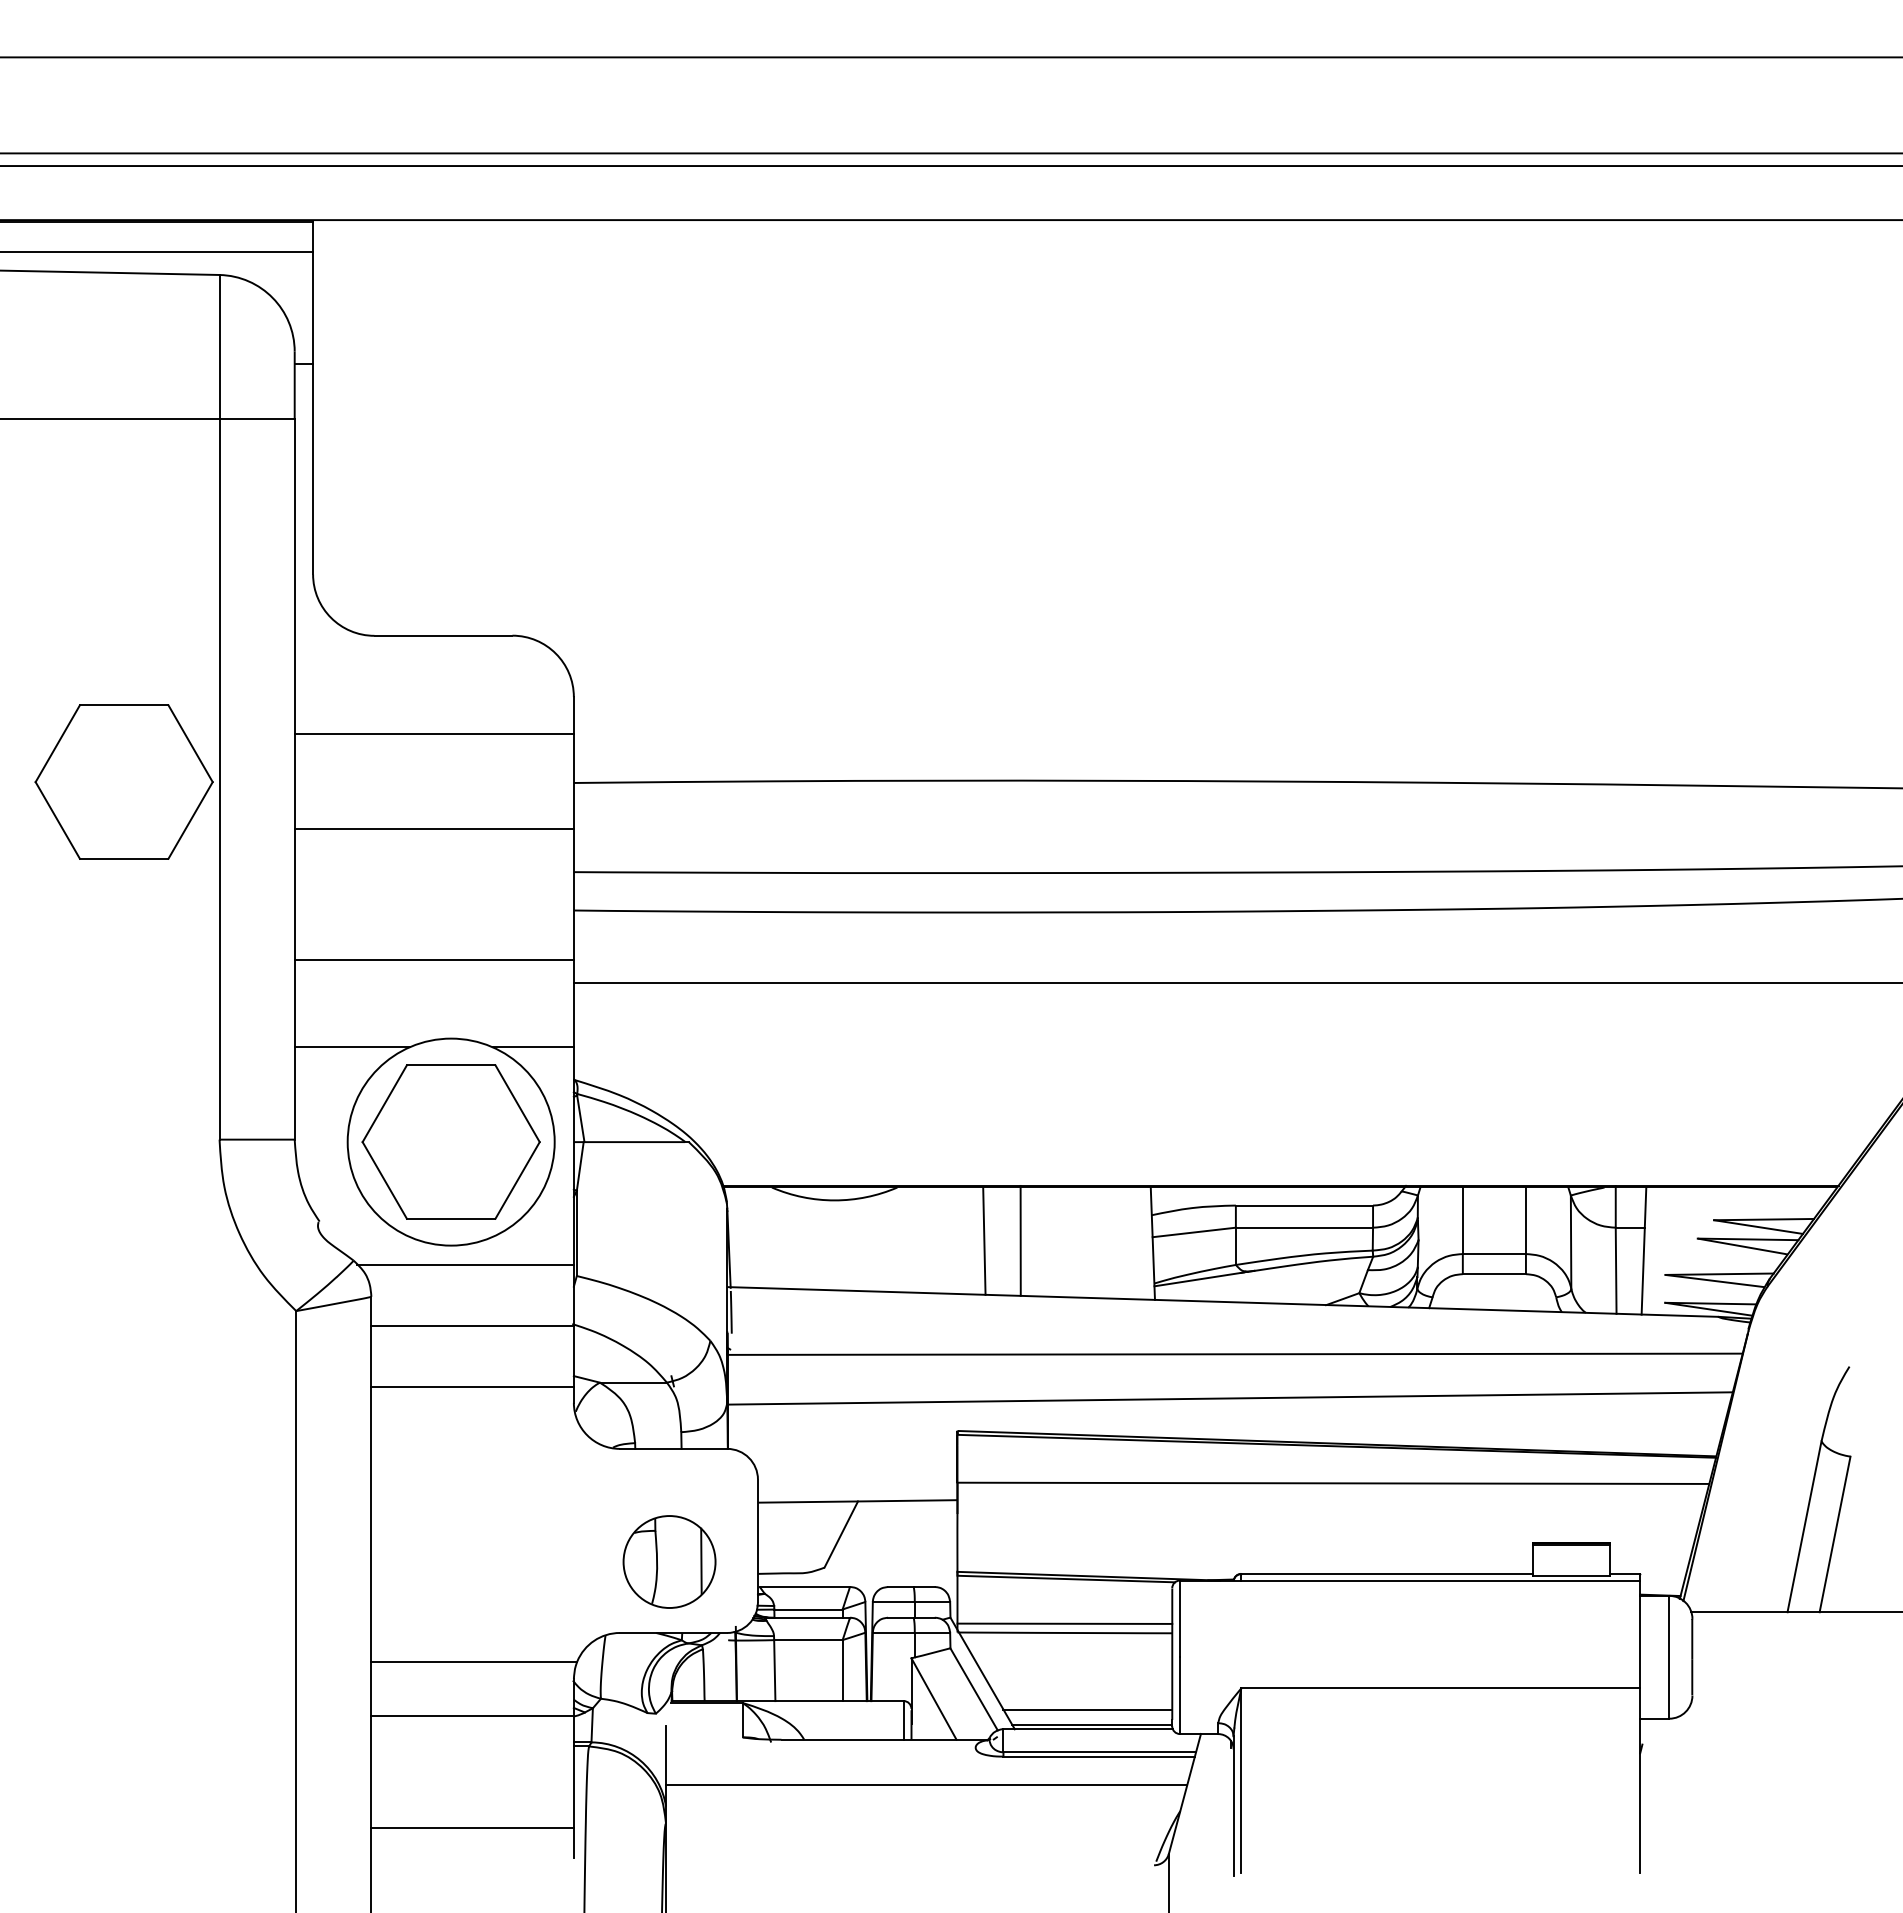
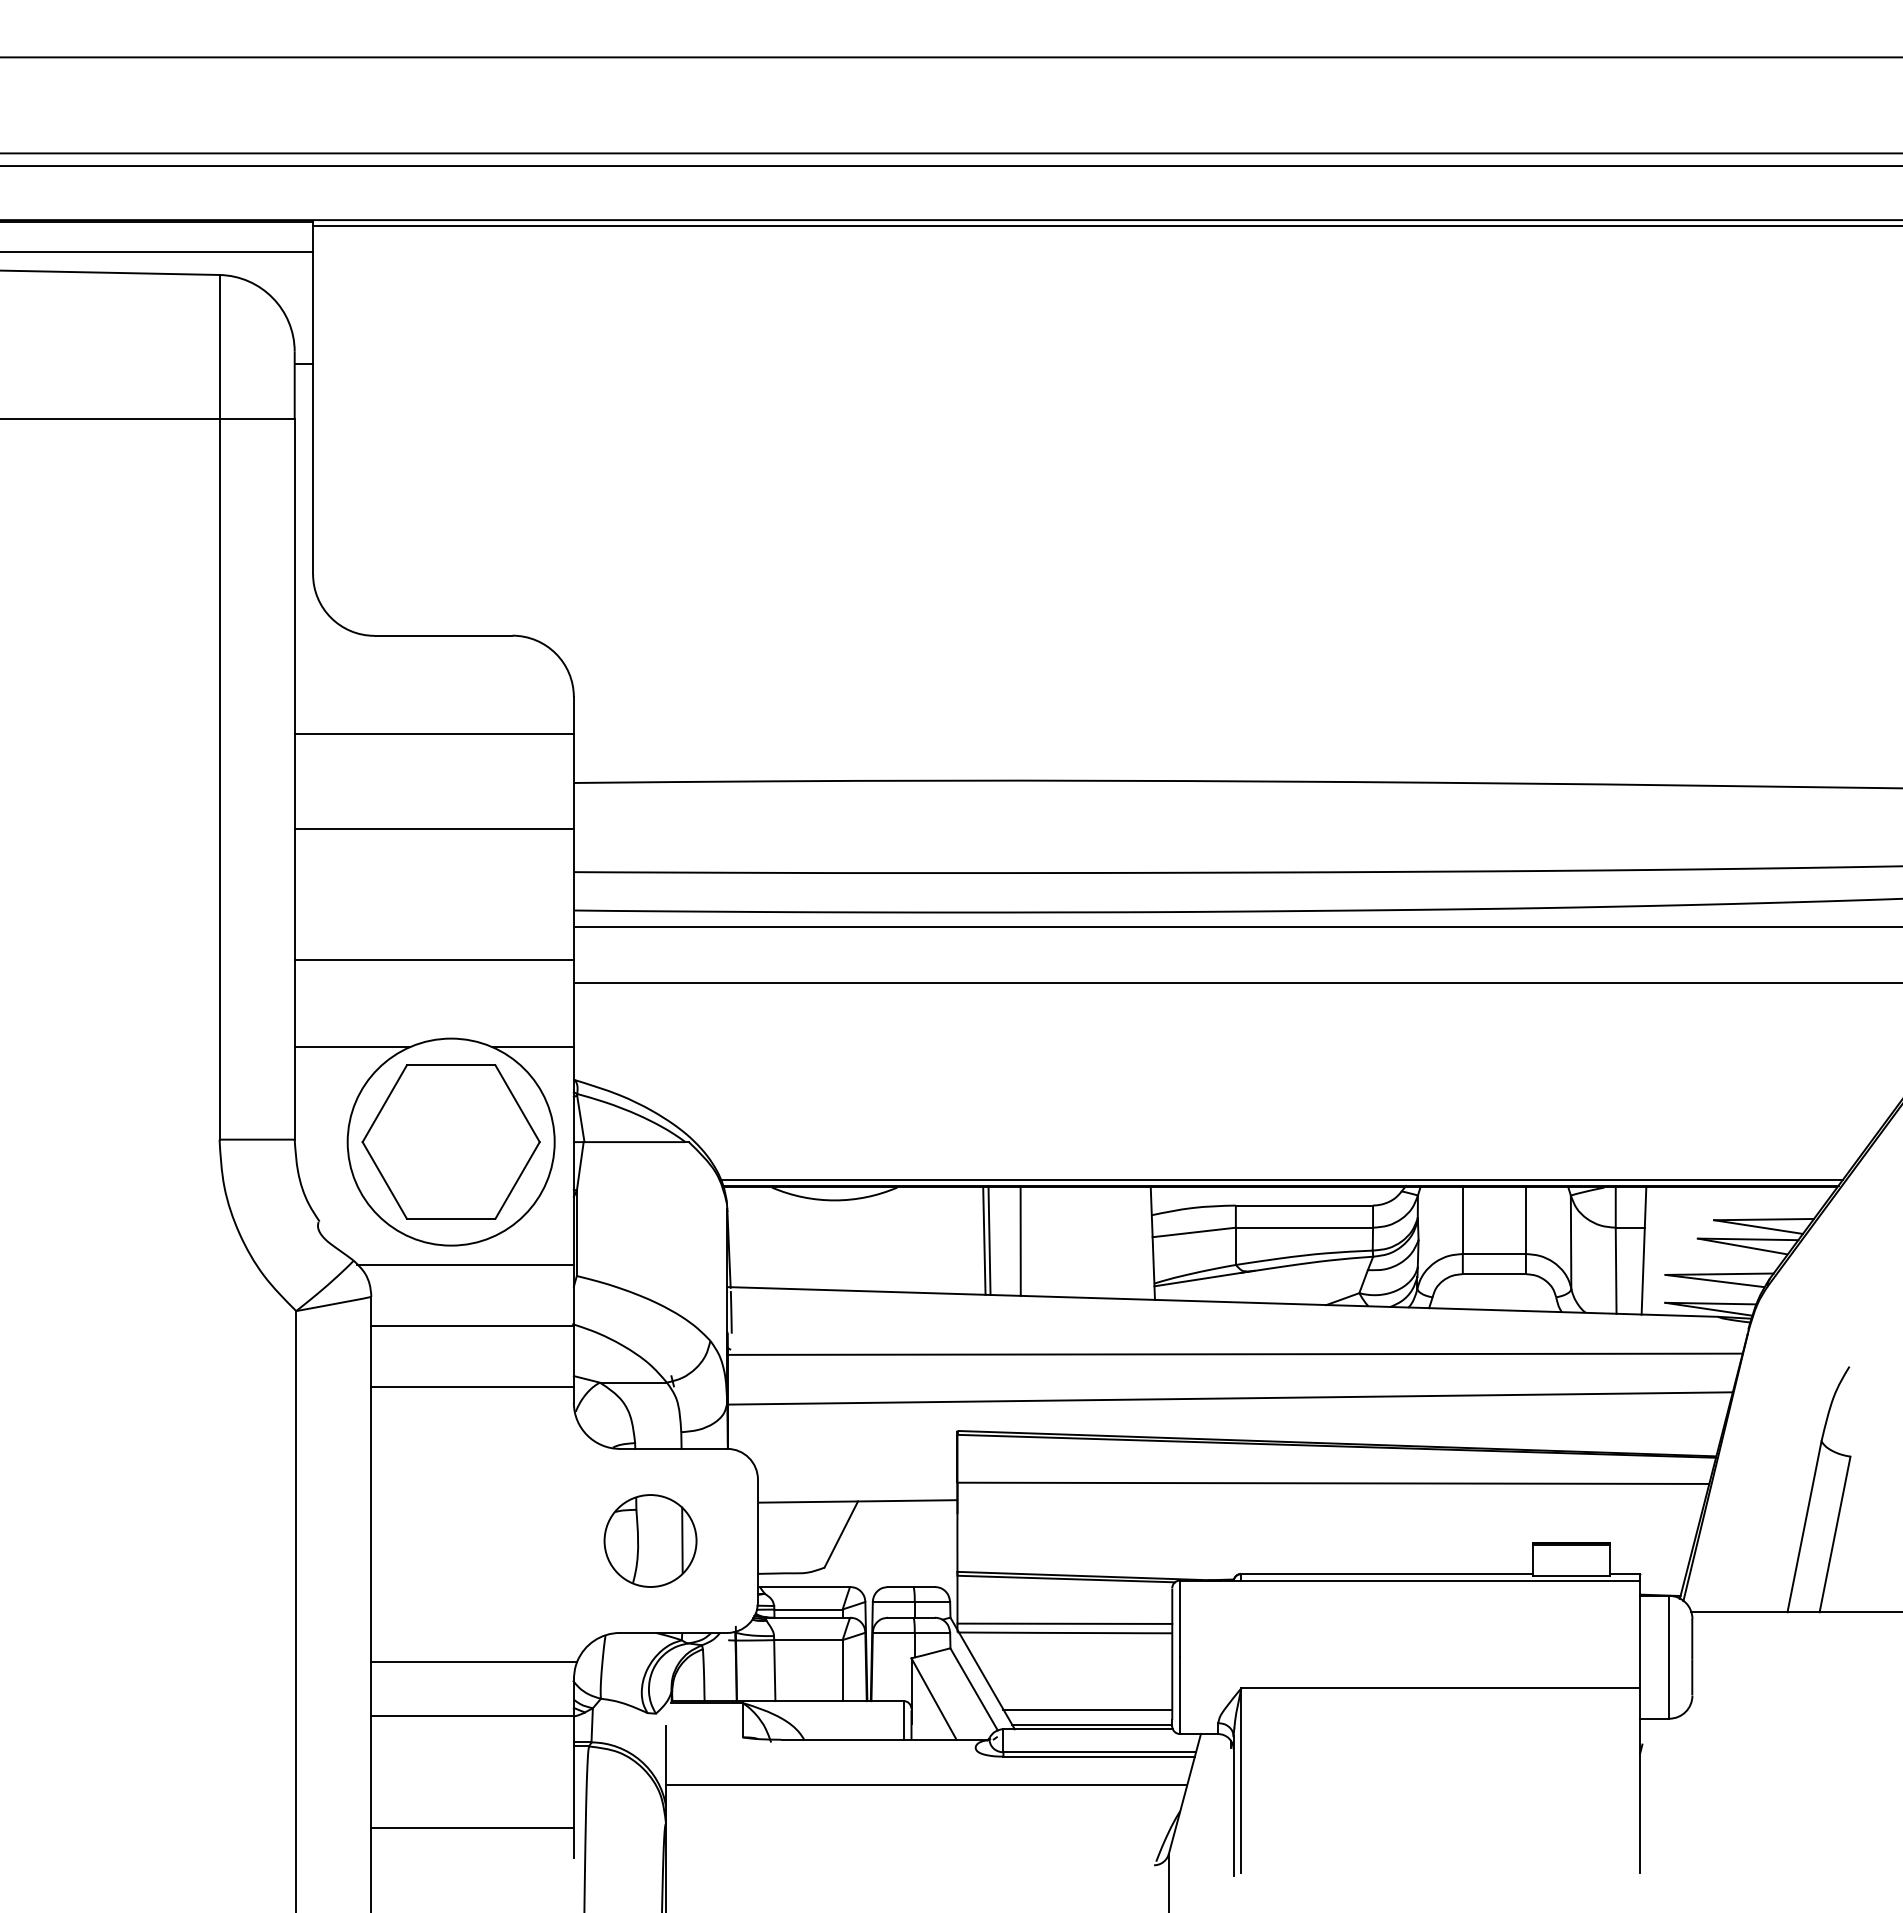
line at (1106, 226): none -> present
part at (123, 781): present -> none
line at (1236, 927): none -> present
line at (1281, 1180): none -> present
line at (989, 1240): none -> present
part at (669, 1561) position: (669, 1561) -> (650, 1540)
